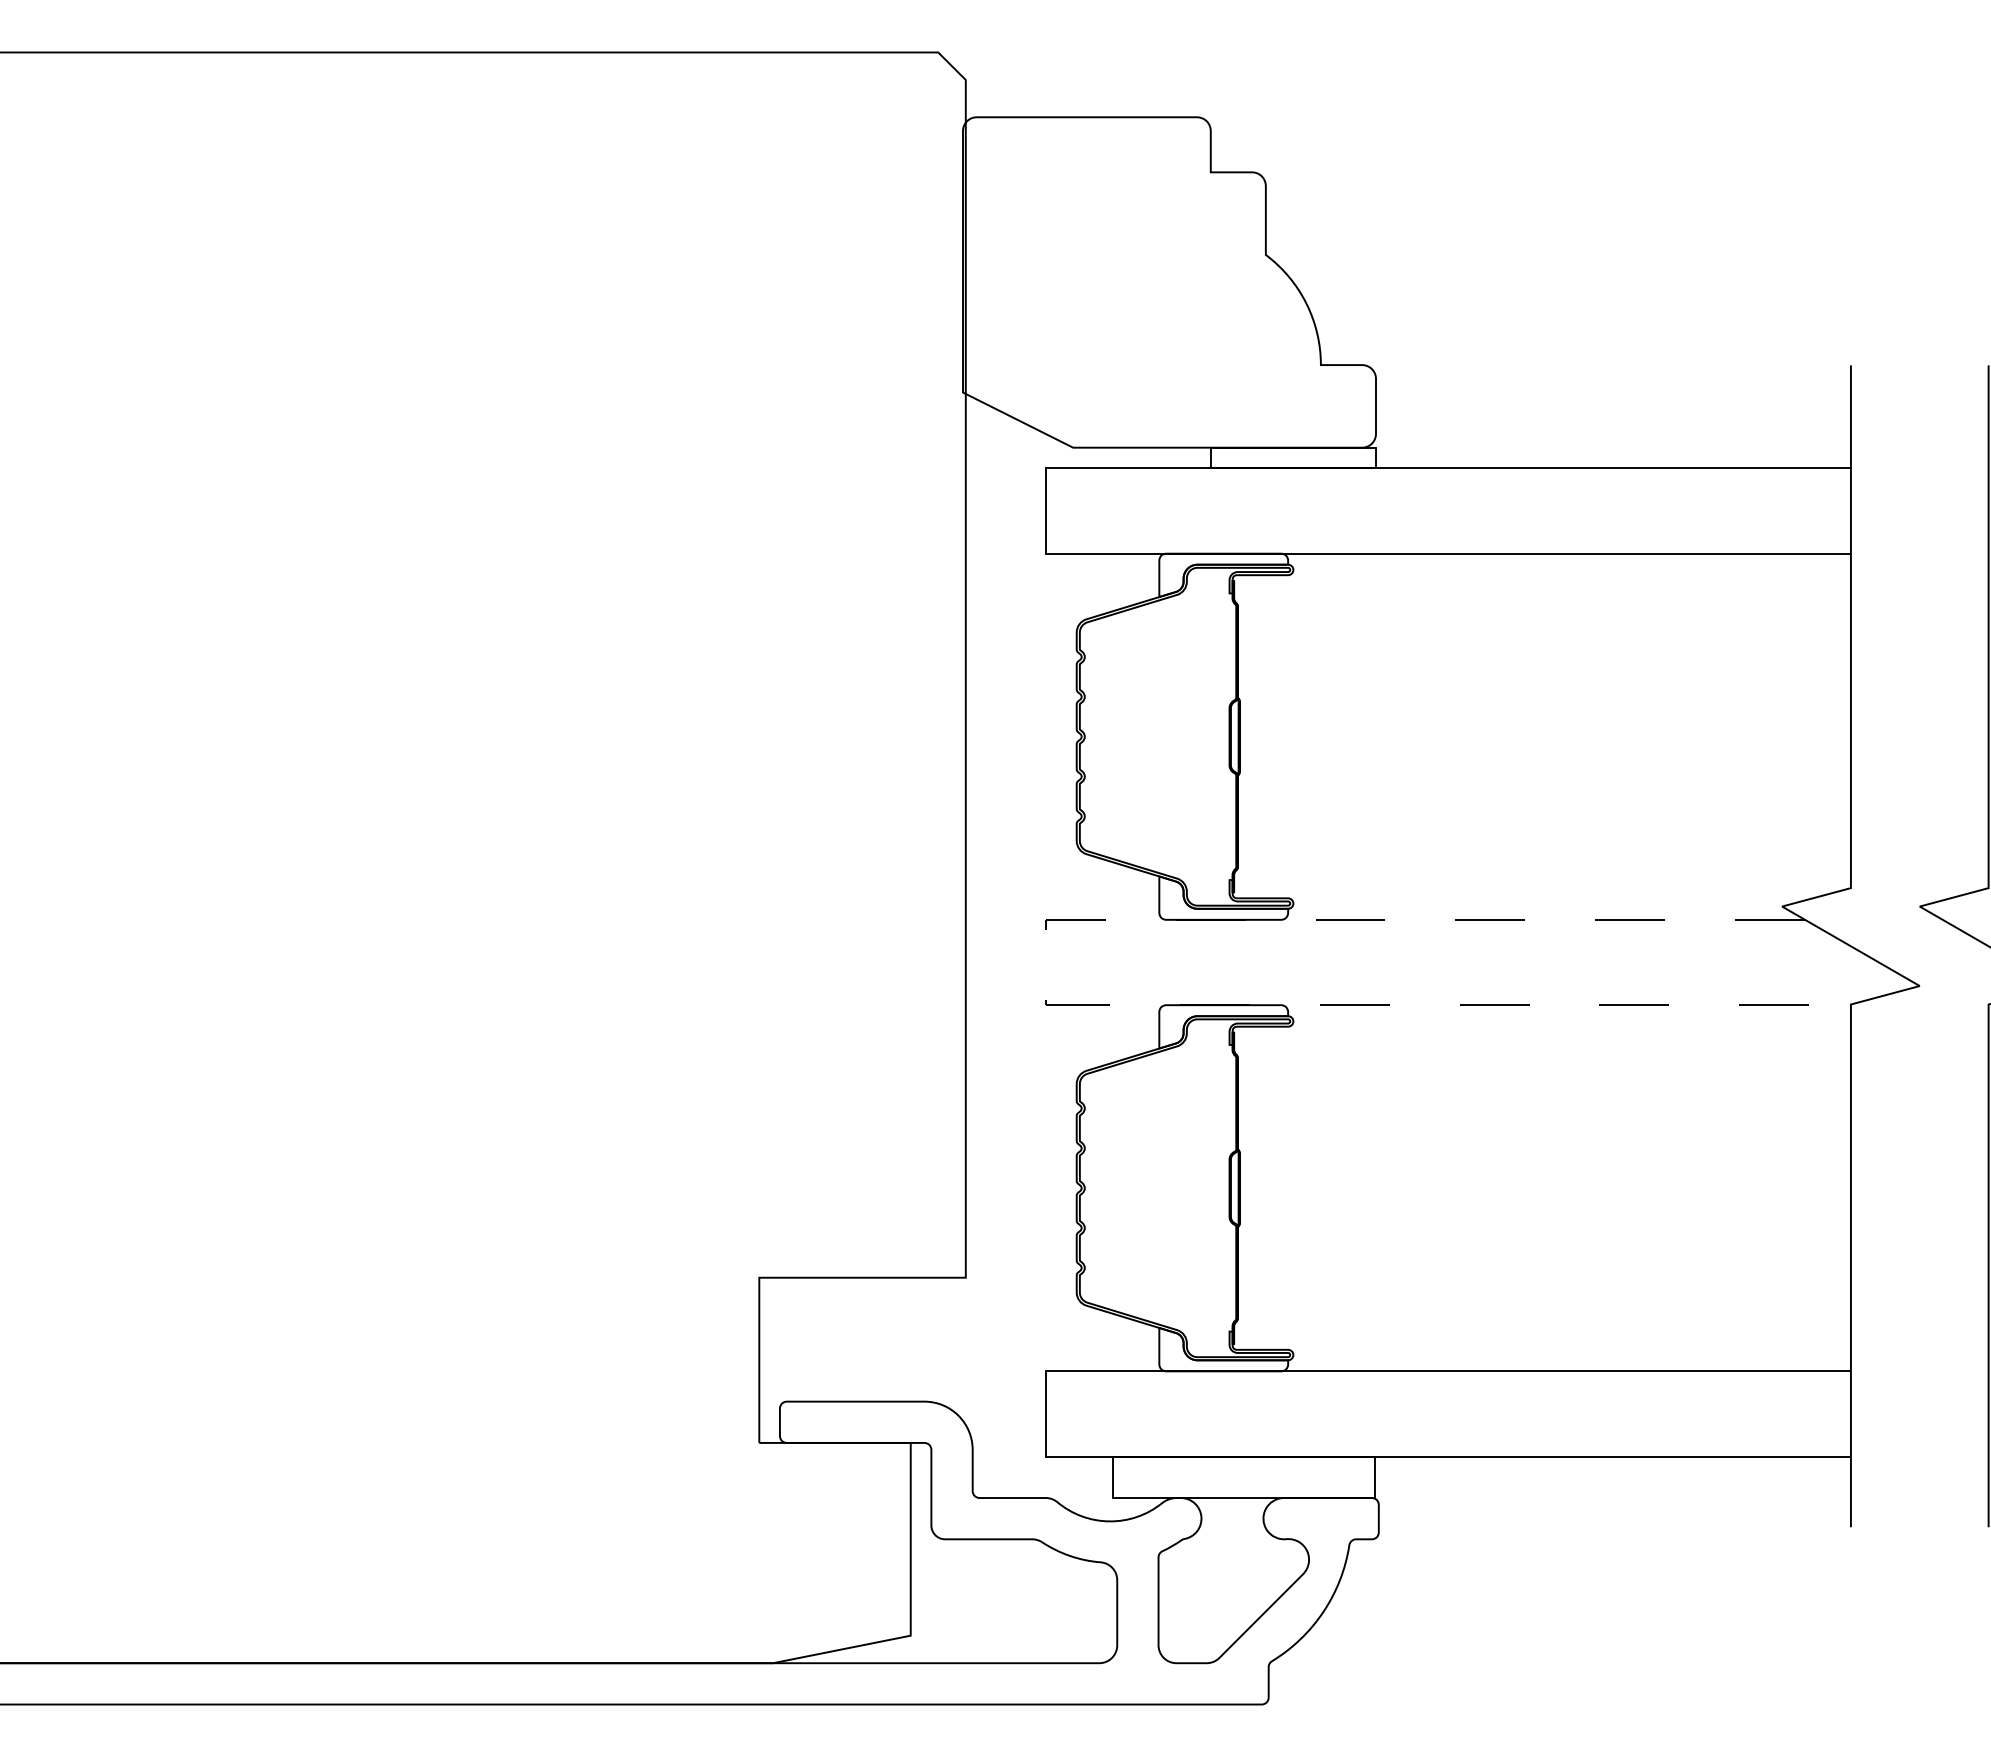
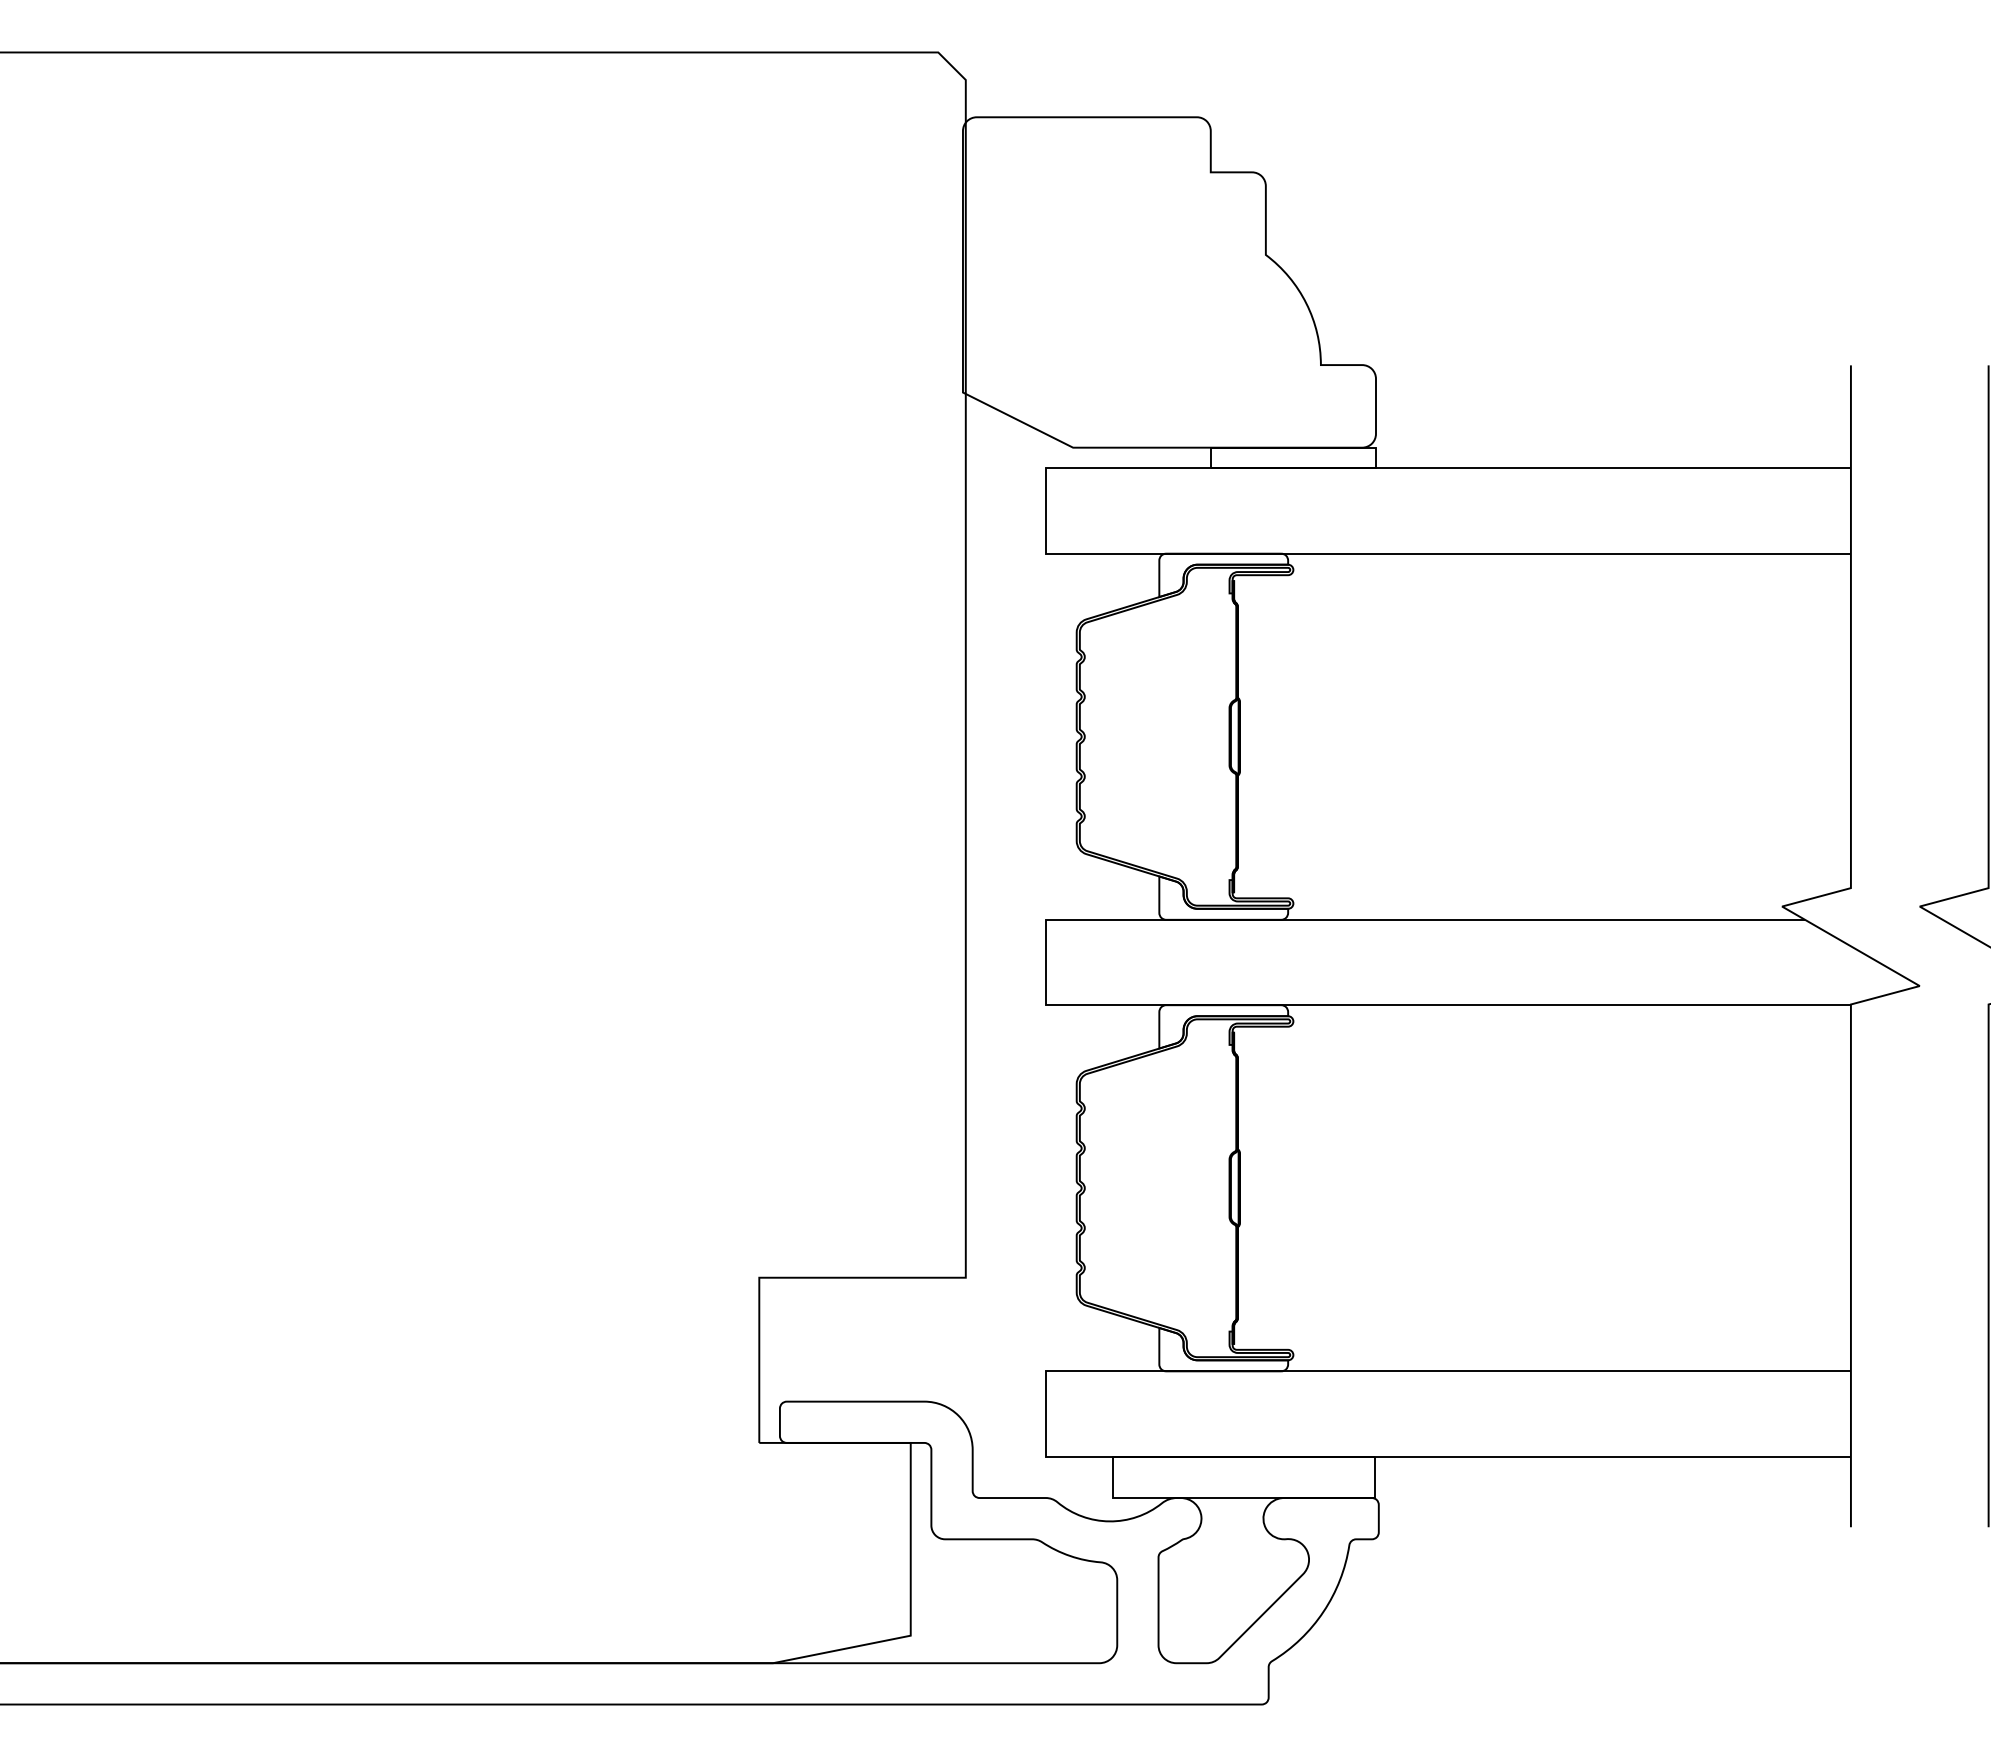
line at (1045, 985): dashed -> solid
